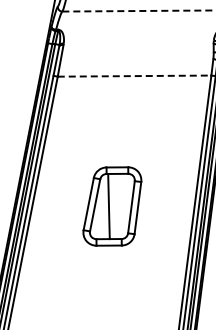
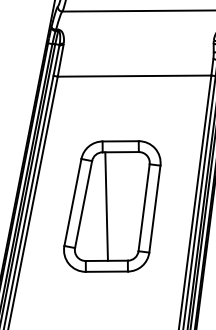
line at (138, 11): dashed -> solid
line at (134, 76): dashed -> solid
part at (112, 206) size: 61x81 px -> 99x133 px
